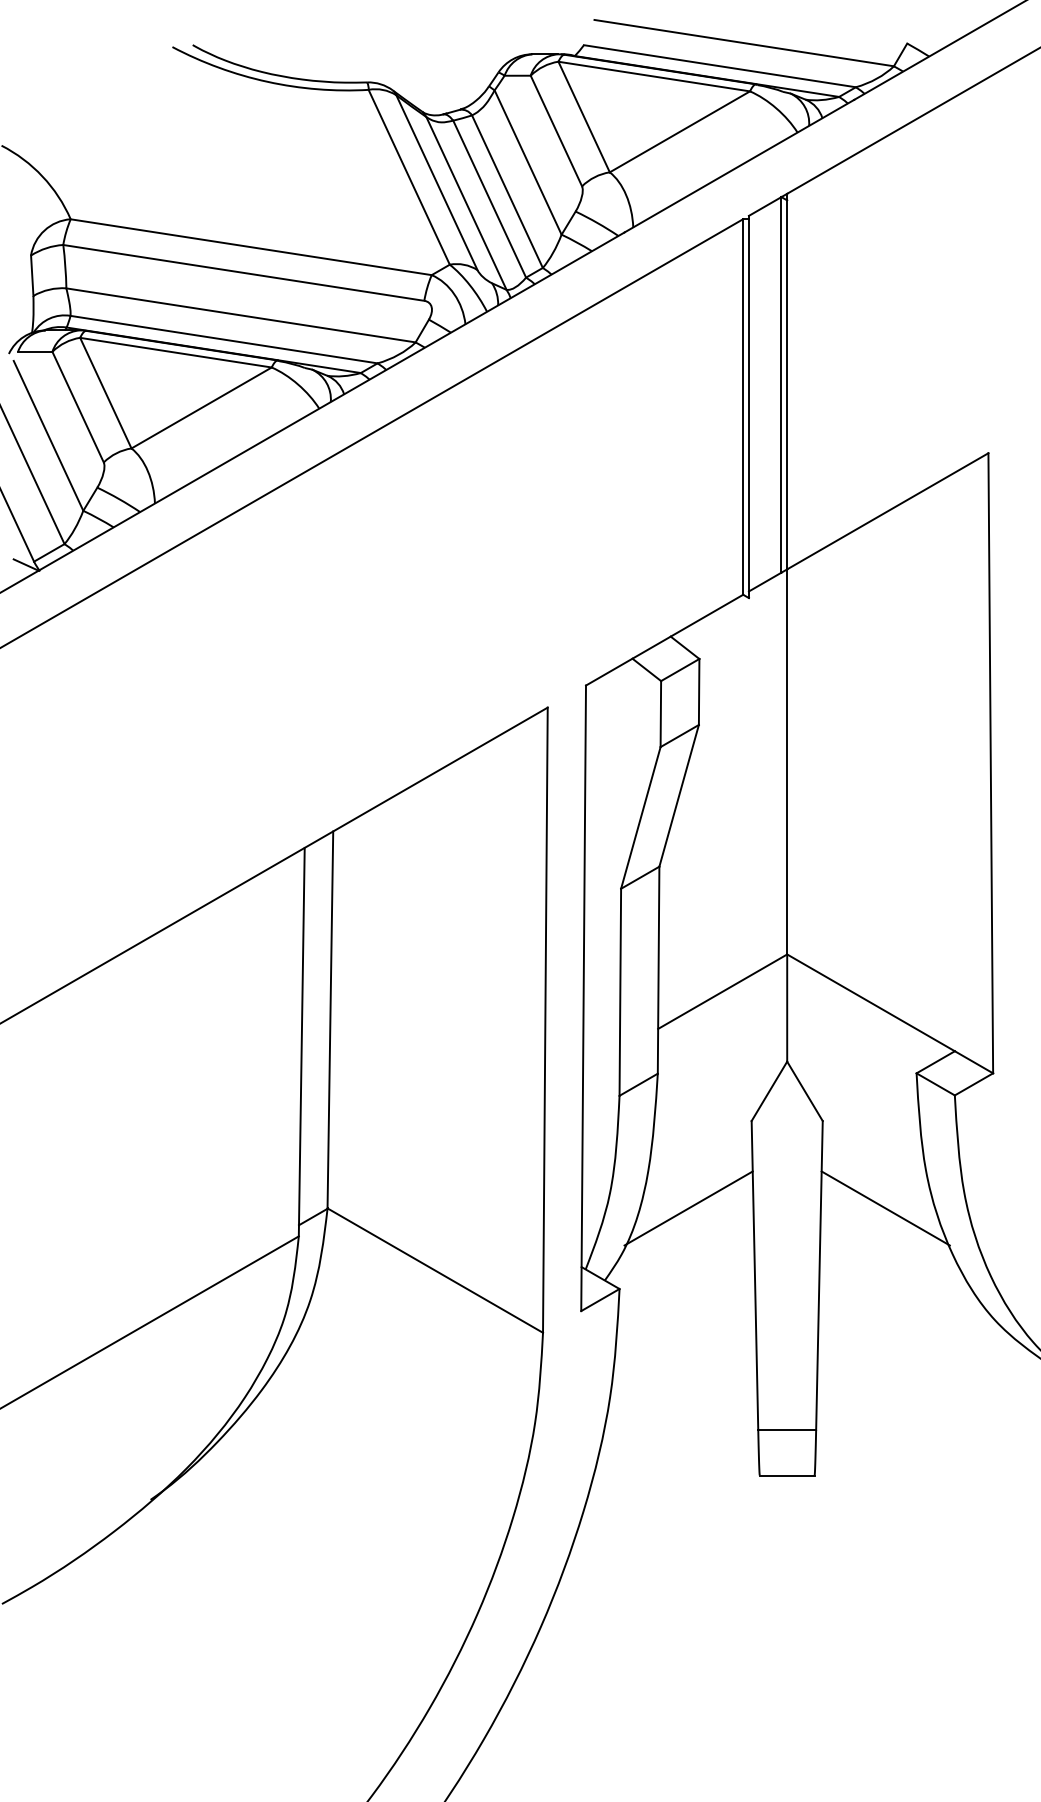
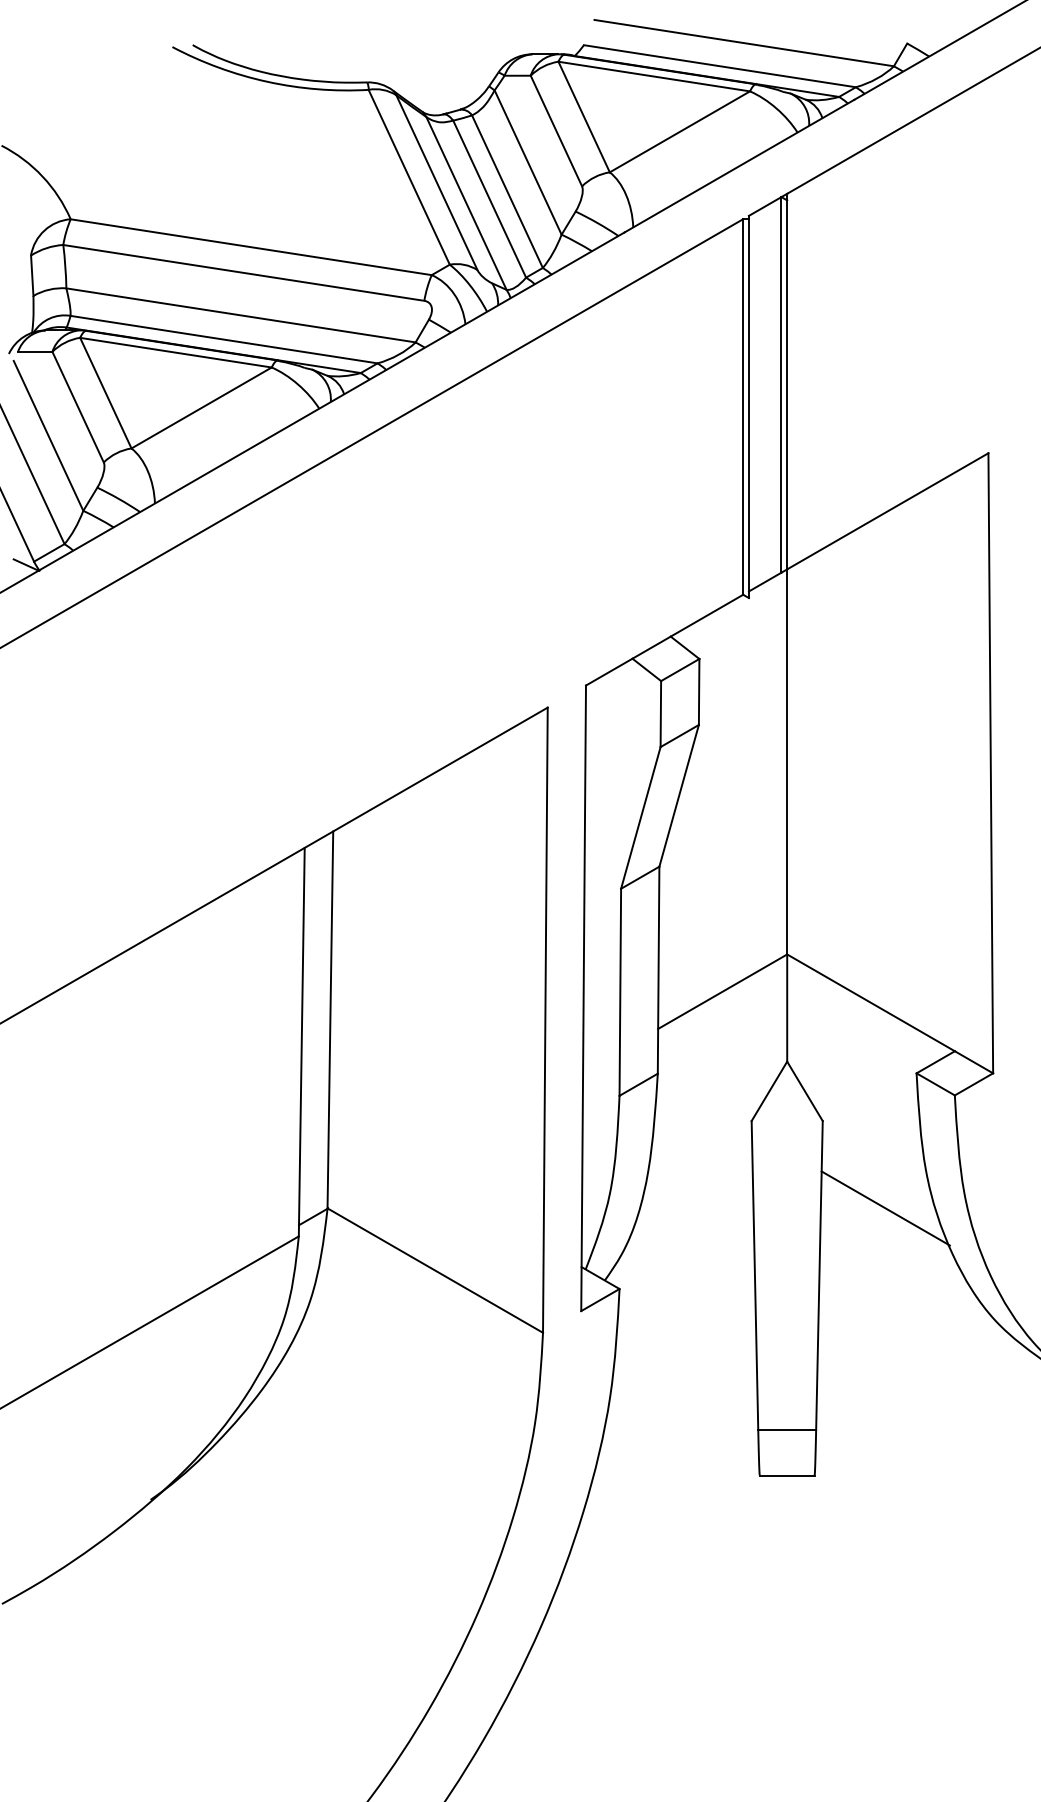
line at (688, 1208): present -> none
